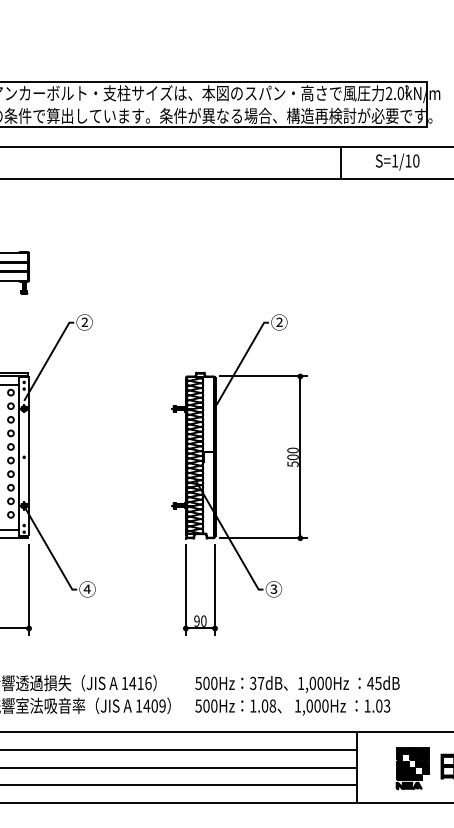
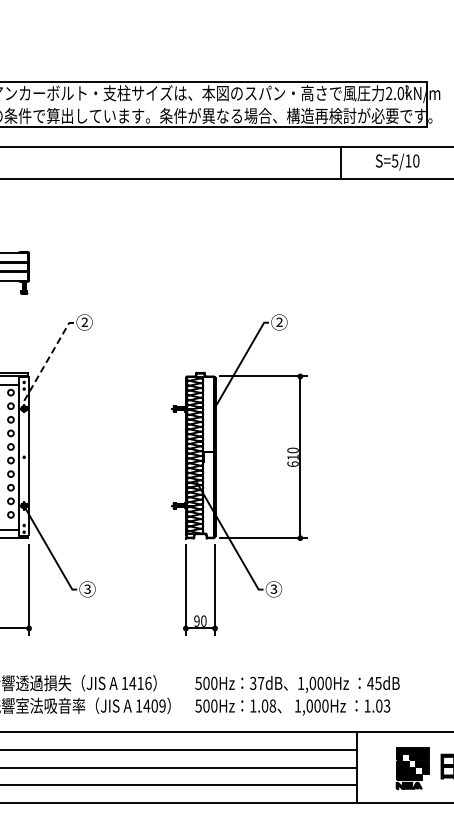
text at (394, 160): S=1/10 -> S=5/10
line at (48, 358): solid -> dashed
text at (292, 460): 500 -> 610
text at (86, 588): ④ -> ③
